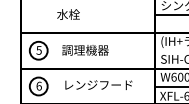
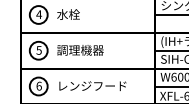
part at (38, 14): none -> present
text at (85, 50) position: (85, 50) -> (80, 50)
line at (169, 50): none -> present
text at (98, 84) position: (98, 84) -> (92, 85)
